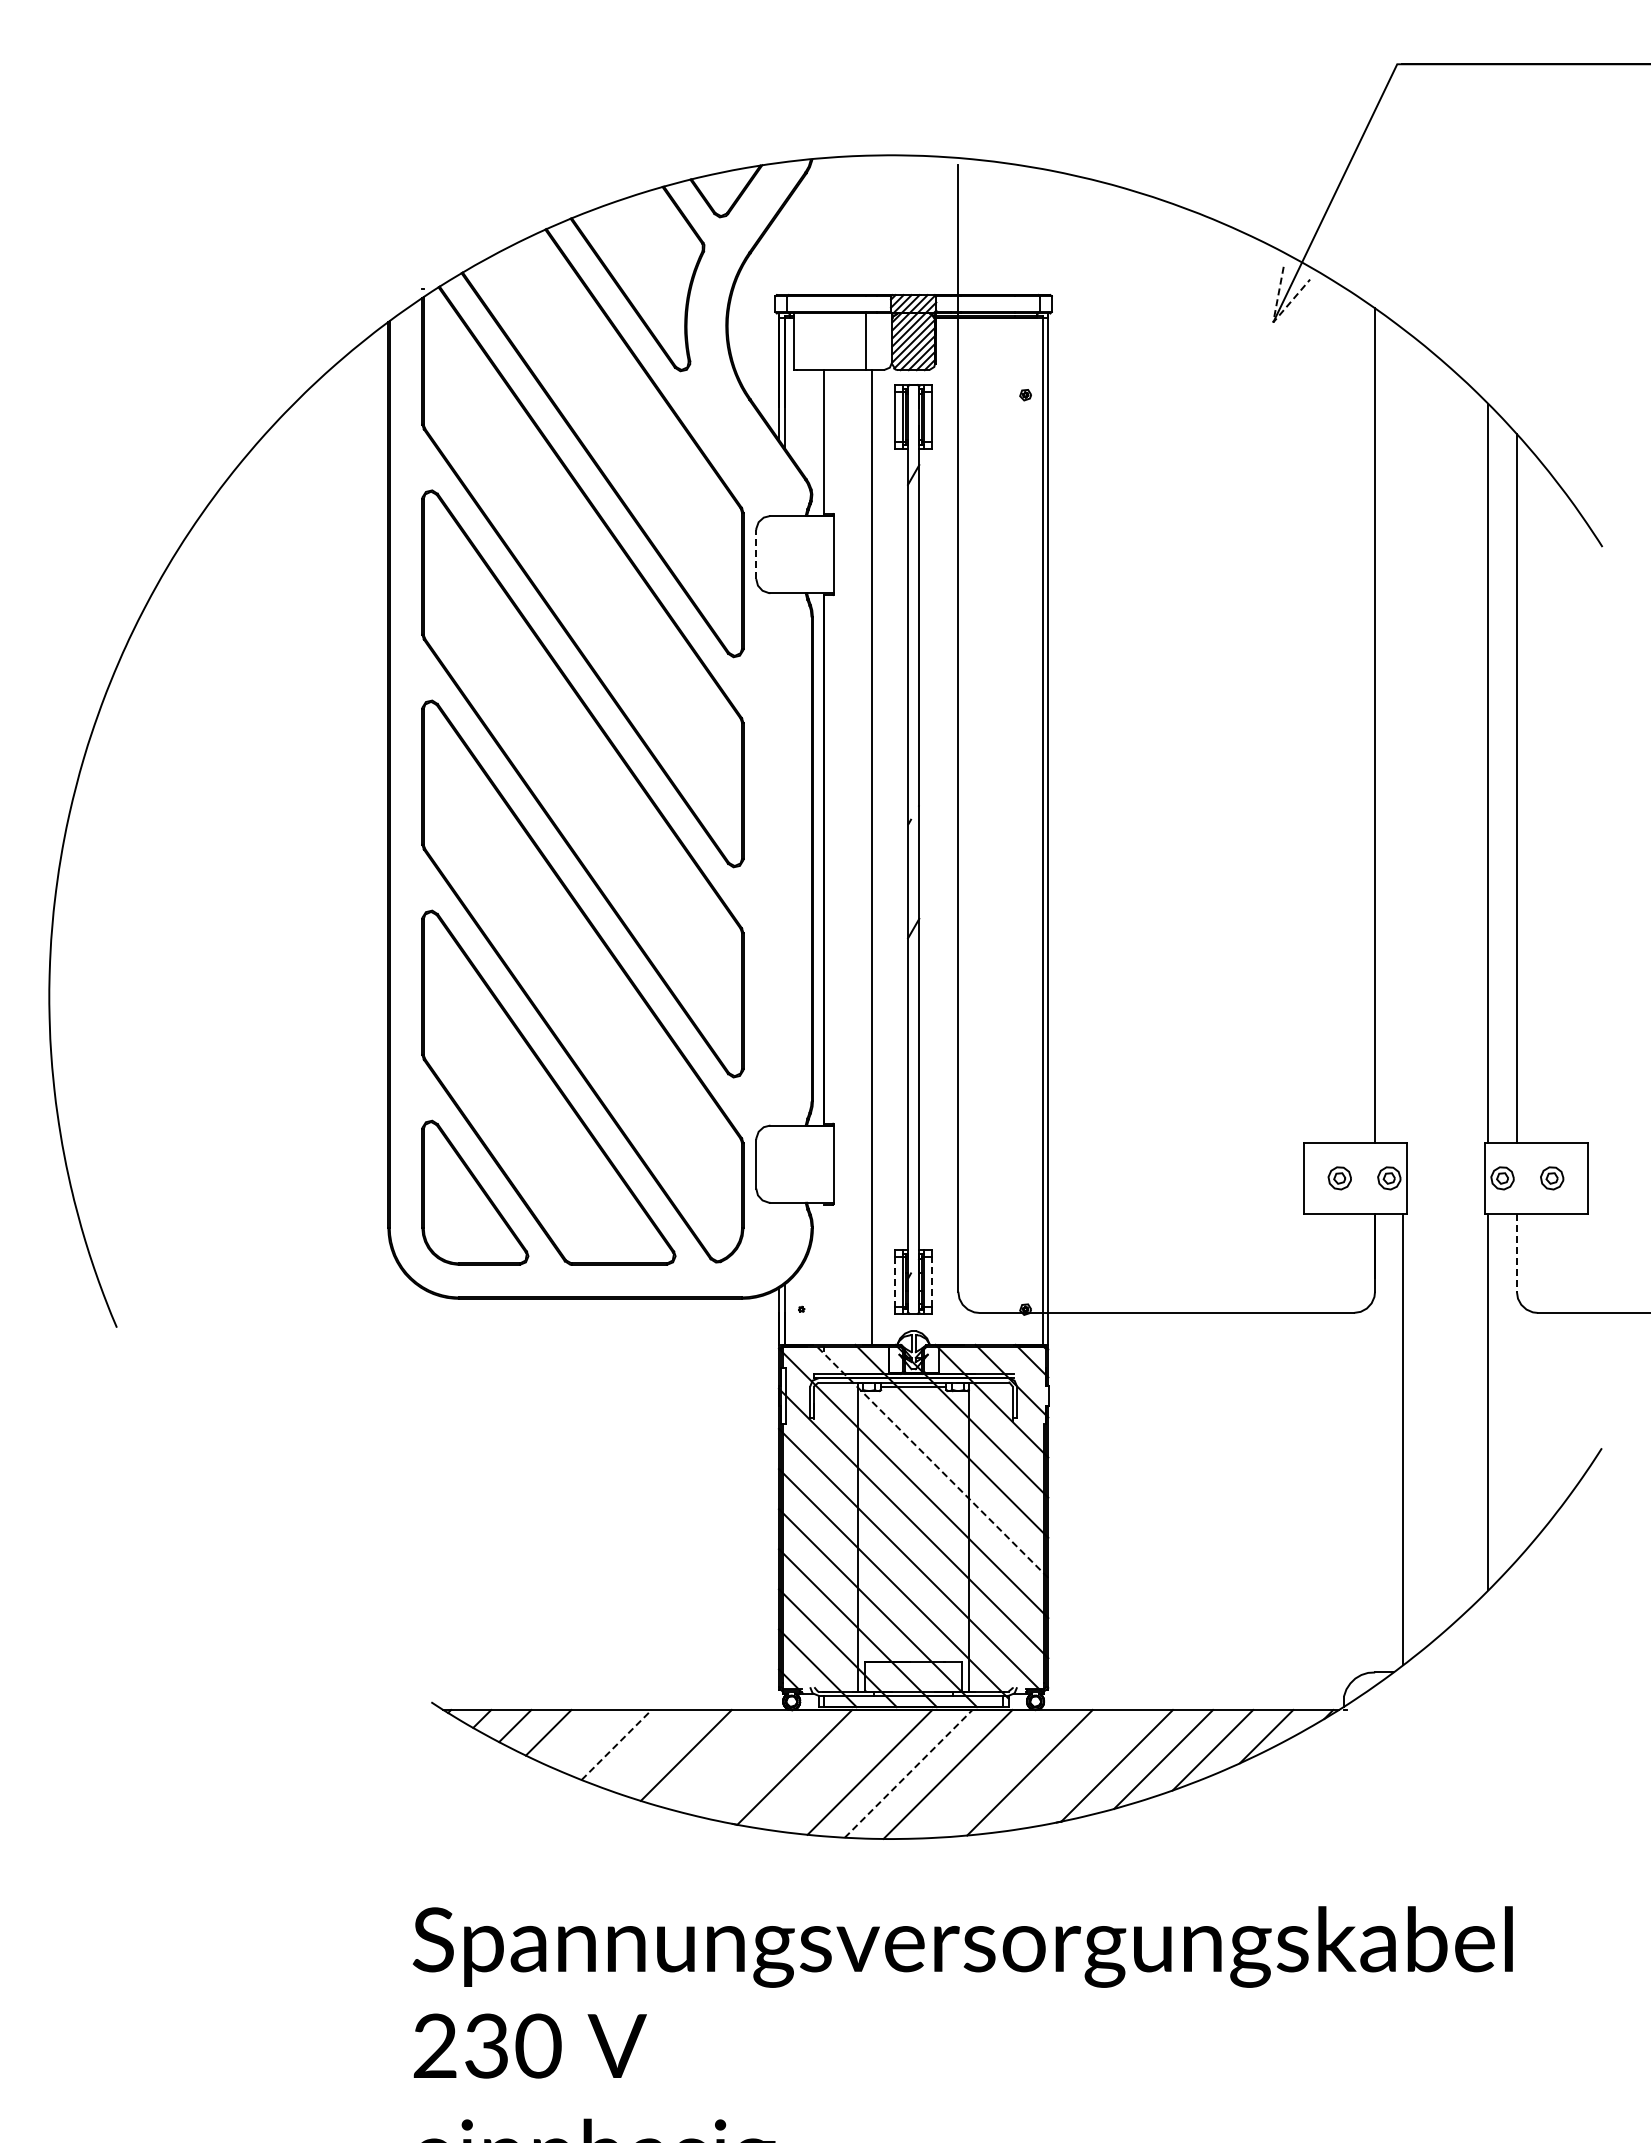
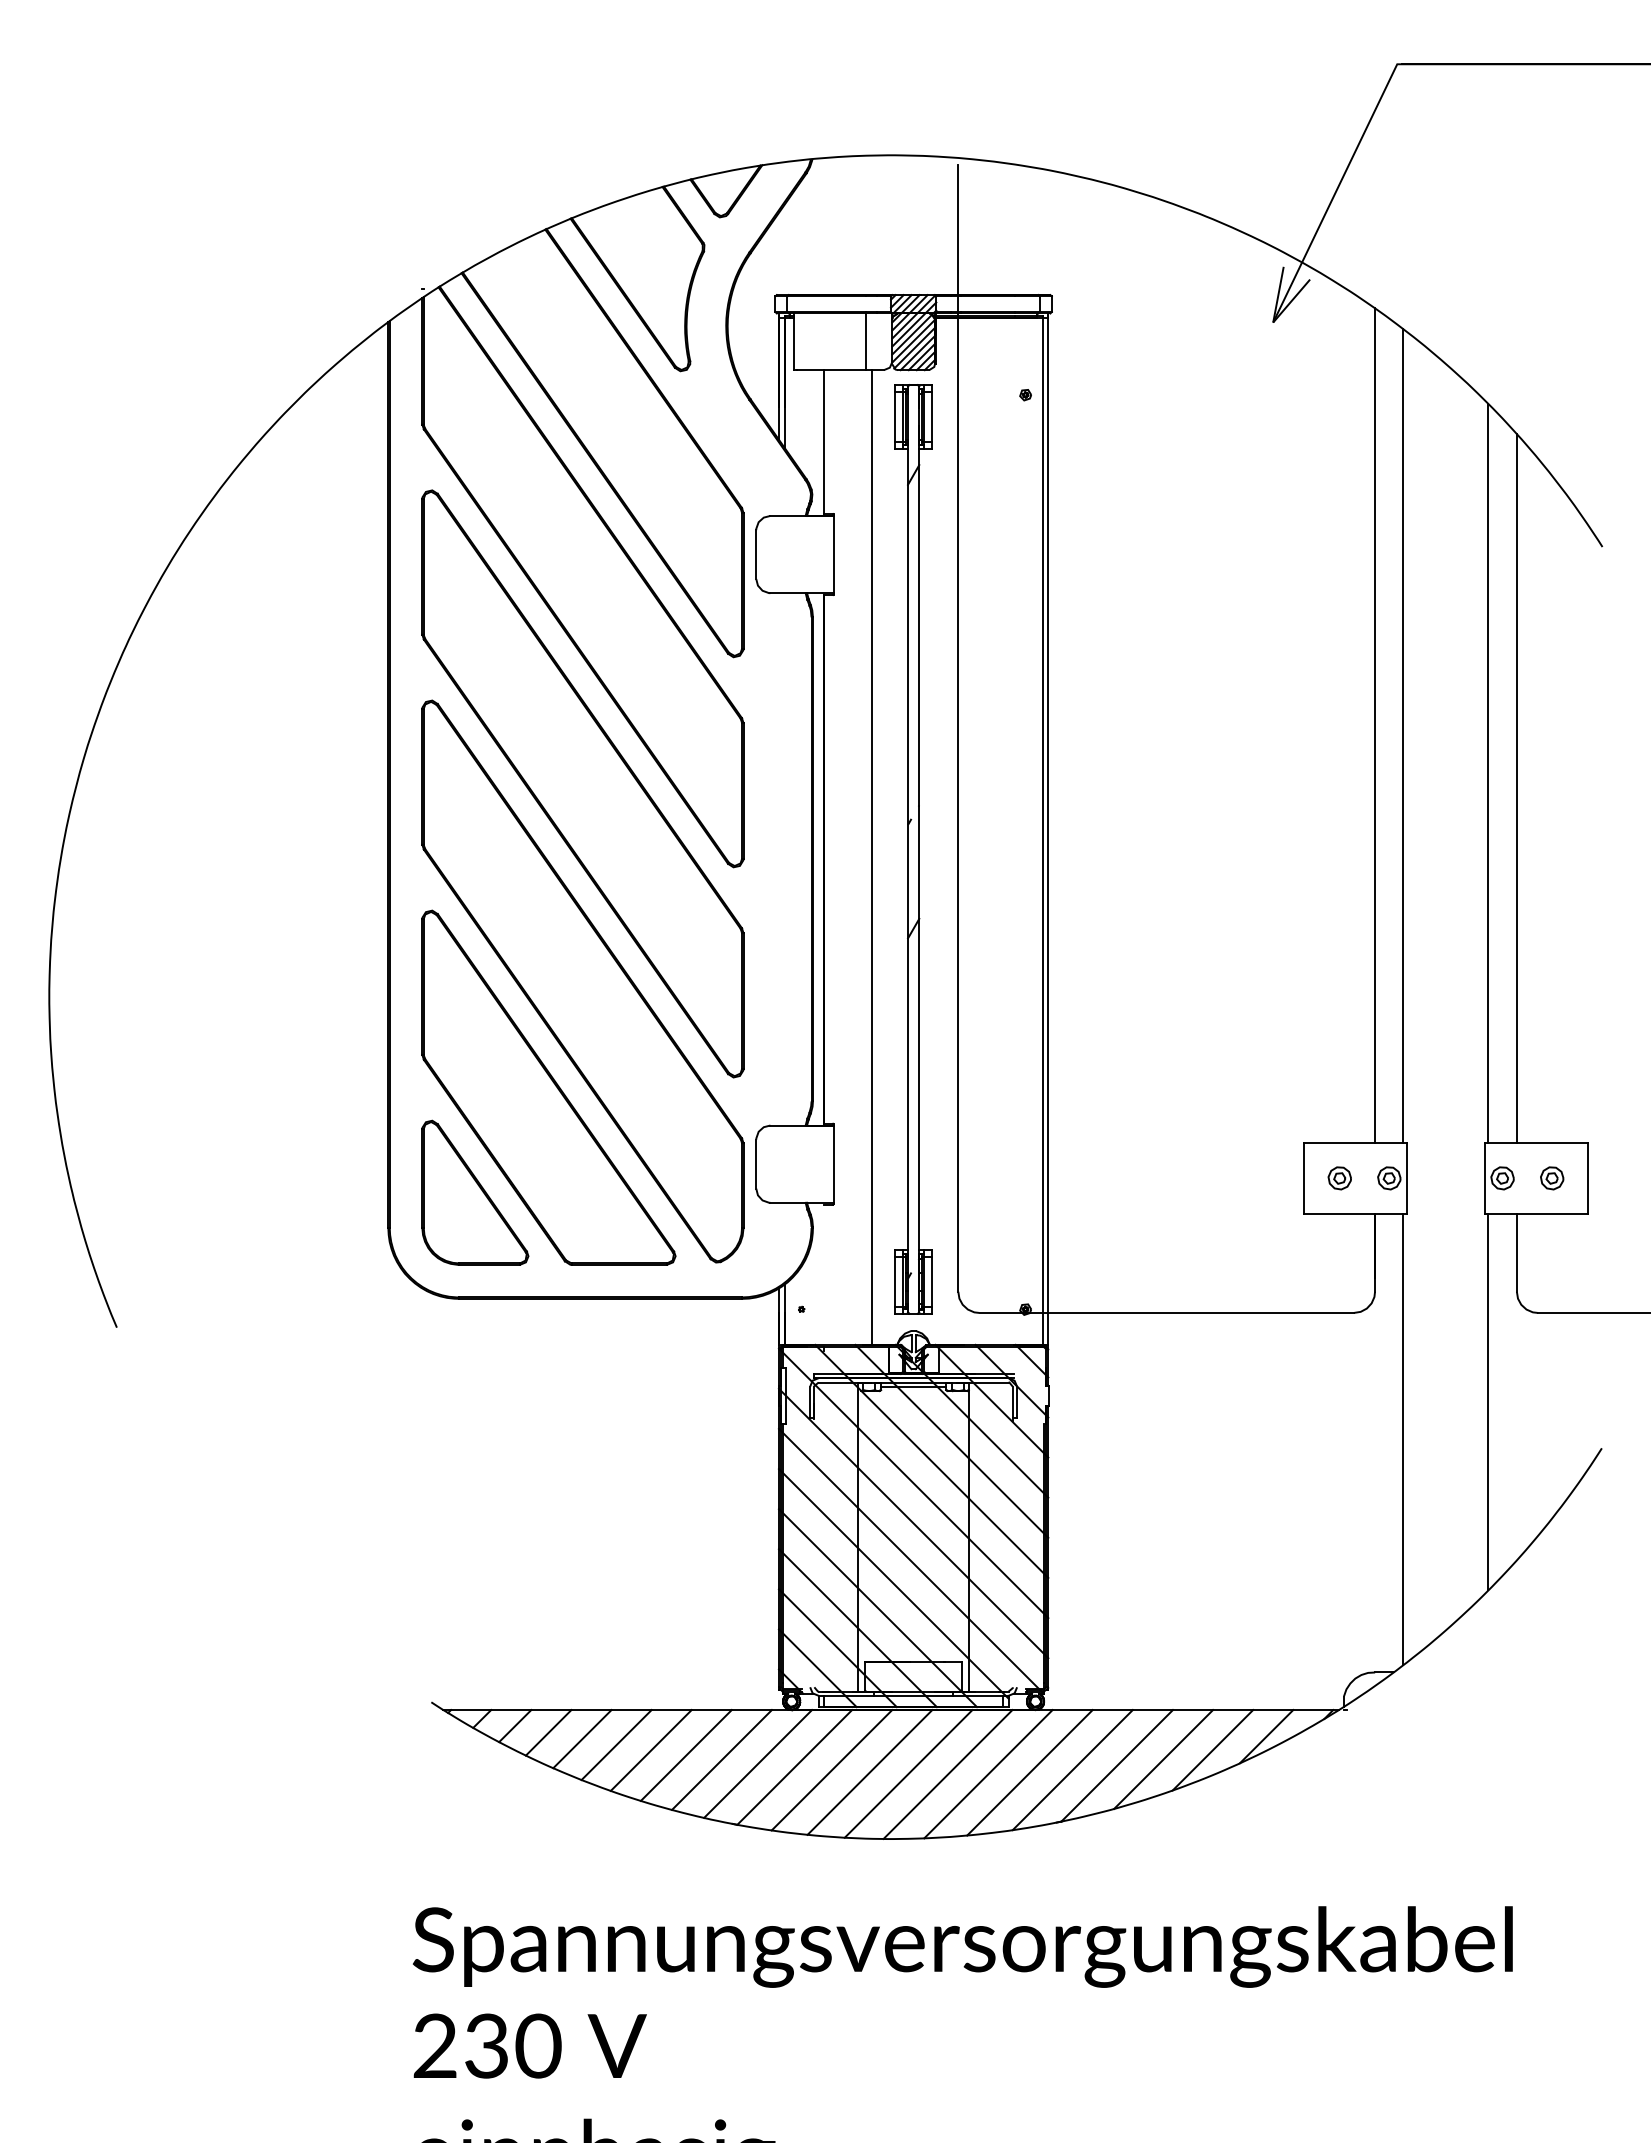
line at (1273, 322): dashed -> solid
line at (756, 554): dashed -> solid
line at (1403, 735): none -> present
line at (1516, 1253): dashed -> solid
line at (894, 1281): dashed -> solid
line at (932, 1281): dashed -> solid
line at (931, 1461): dashed -> solid
line at (582, 1739): none -> present
line at (616, 1745): dashed -> solid
line at (650, 1750): none -> present
line at (721, 1759): none -> present
line at (758, 1763): none -> present
line at (831, 1770): none -> present
line at (1072, 1770): none -> present
line at (909, 1773): dashed -> solid
line at (988, 1774): none -> present
